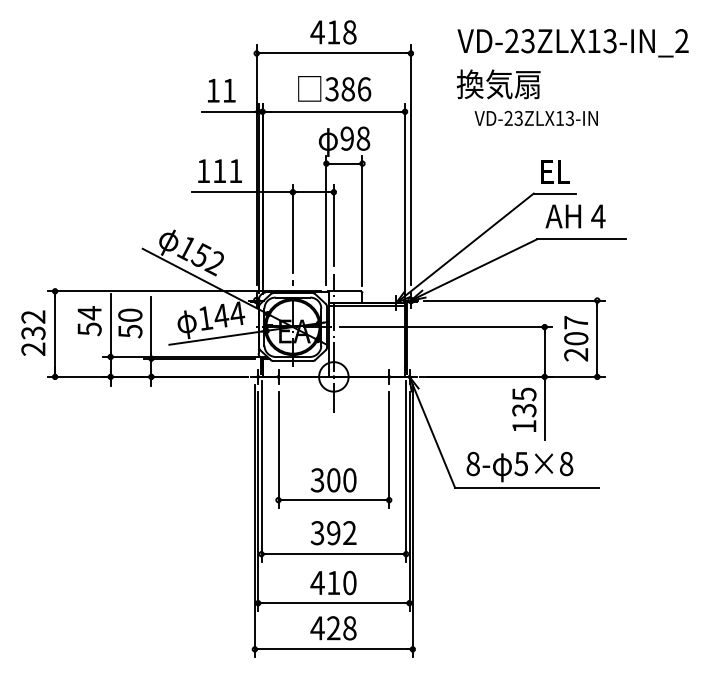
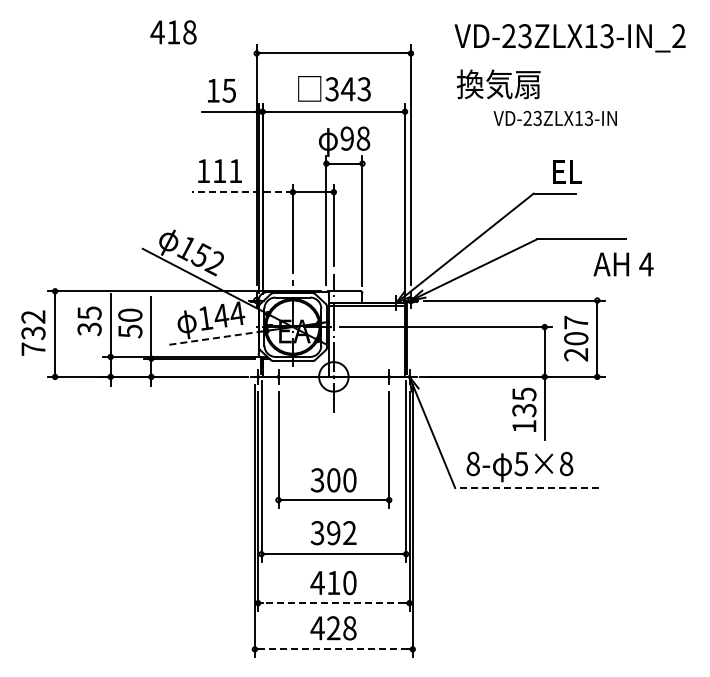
text at (333, 32) position: (333, 32) -> (173, 32)
text at (572, 43) position: (572, 43) -> (569, 38)
text at (355, 89): 386 -> 343
text at (228, 90): 11 -> 15
text at (535, 117) position: (535, 117) -> (554, 117)
text at (555, 171) position: (555, 171) -> (567, 171)
line at (242, 192): solid -> dashed
text at (575, 216) position: (575, 216) -> (623, 264)
text at (89, 320): 54 -> 35
line at (215, 338): solid -> dashed
text at (33, 348): 232 -> 732
line at (526, 487): solid -> dashed
line at (333, 603): solid -> dashed
line at (333, 649): solid -> dashed
